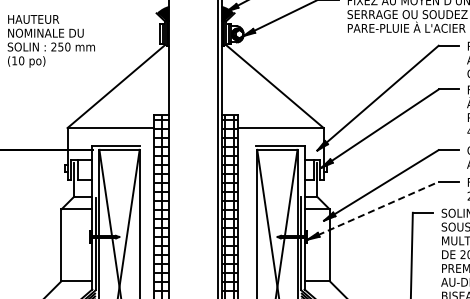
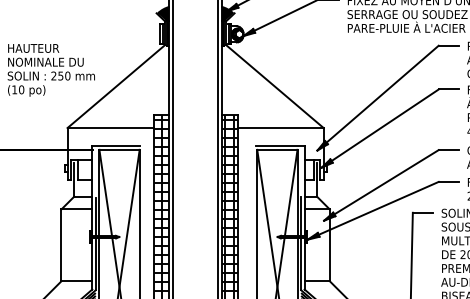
text at (50, 41) position: (50, 41) -> (50, 70)
line at (172, 148): none -> present
line at (373, 210): dashed -> solid
